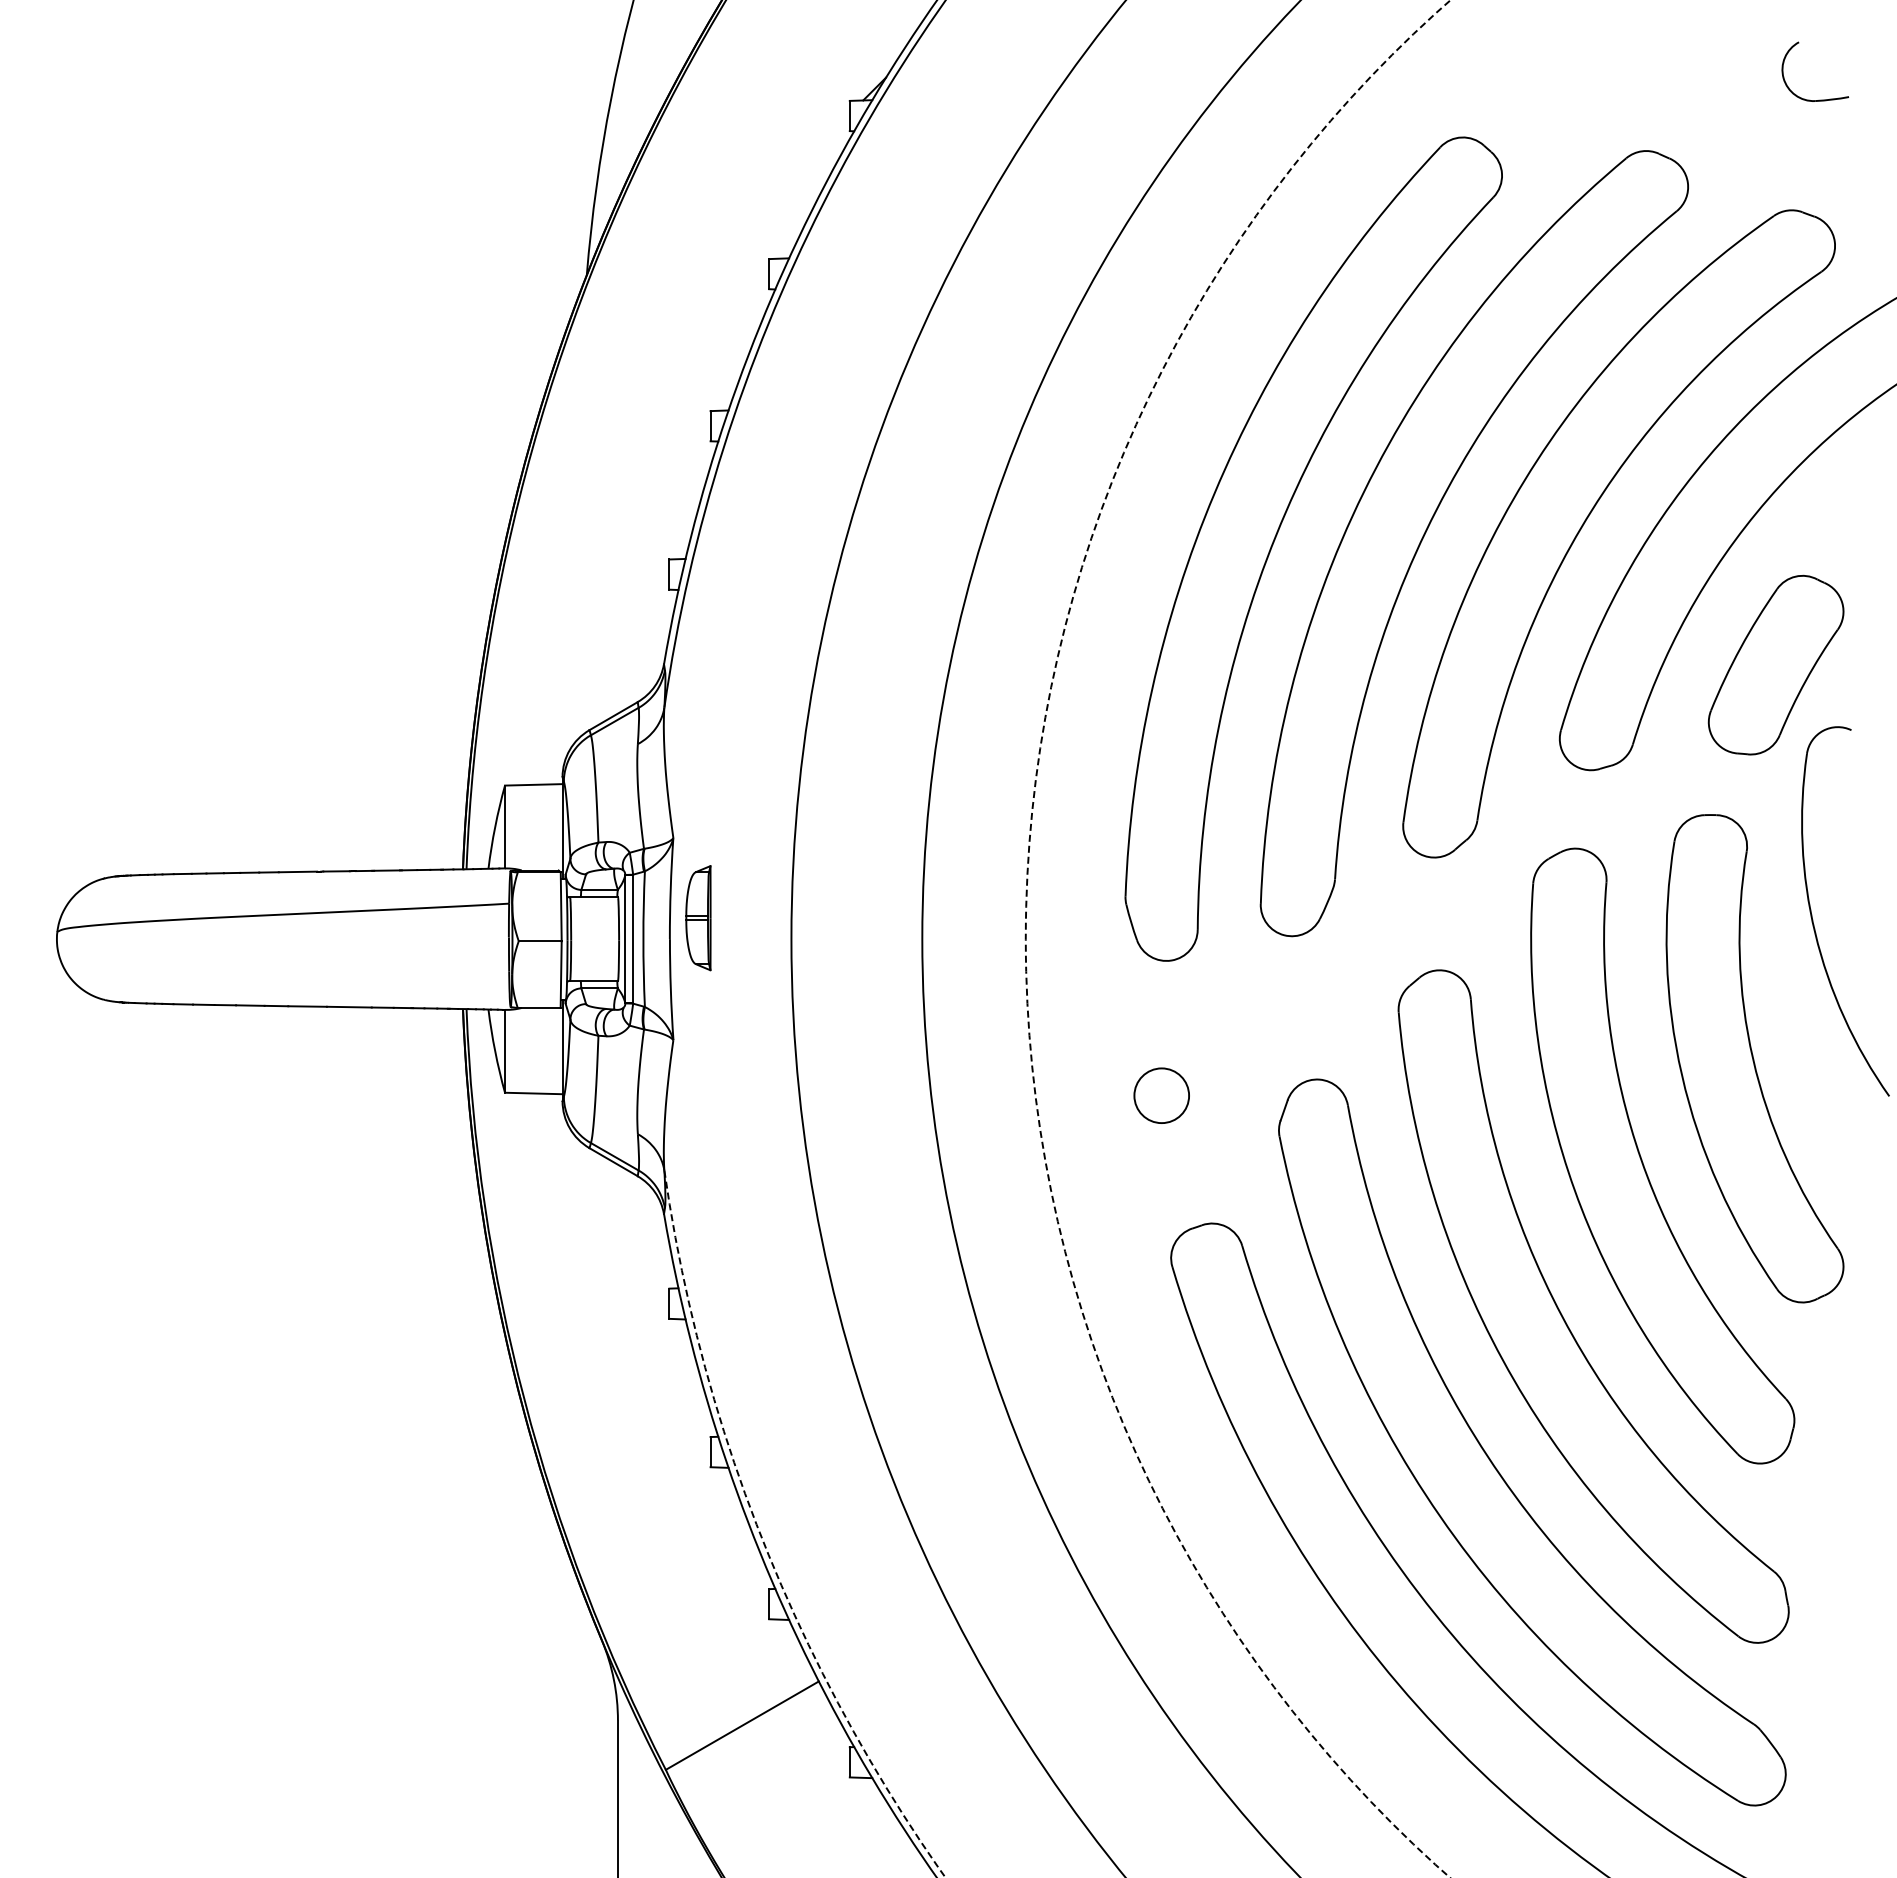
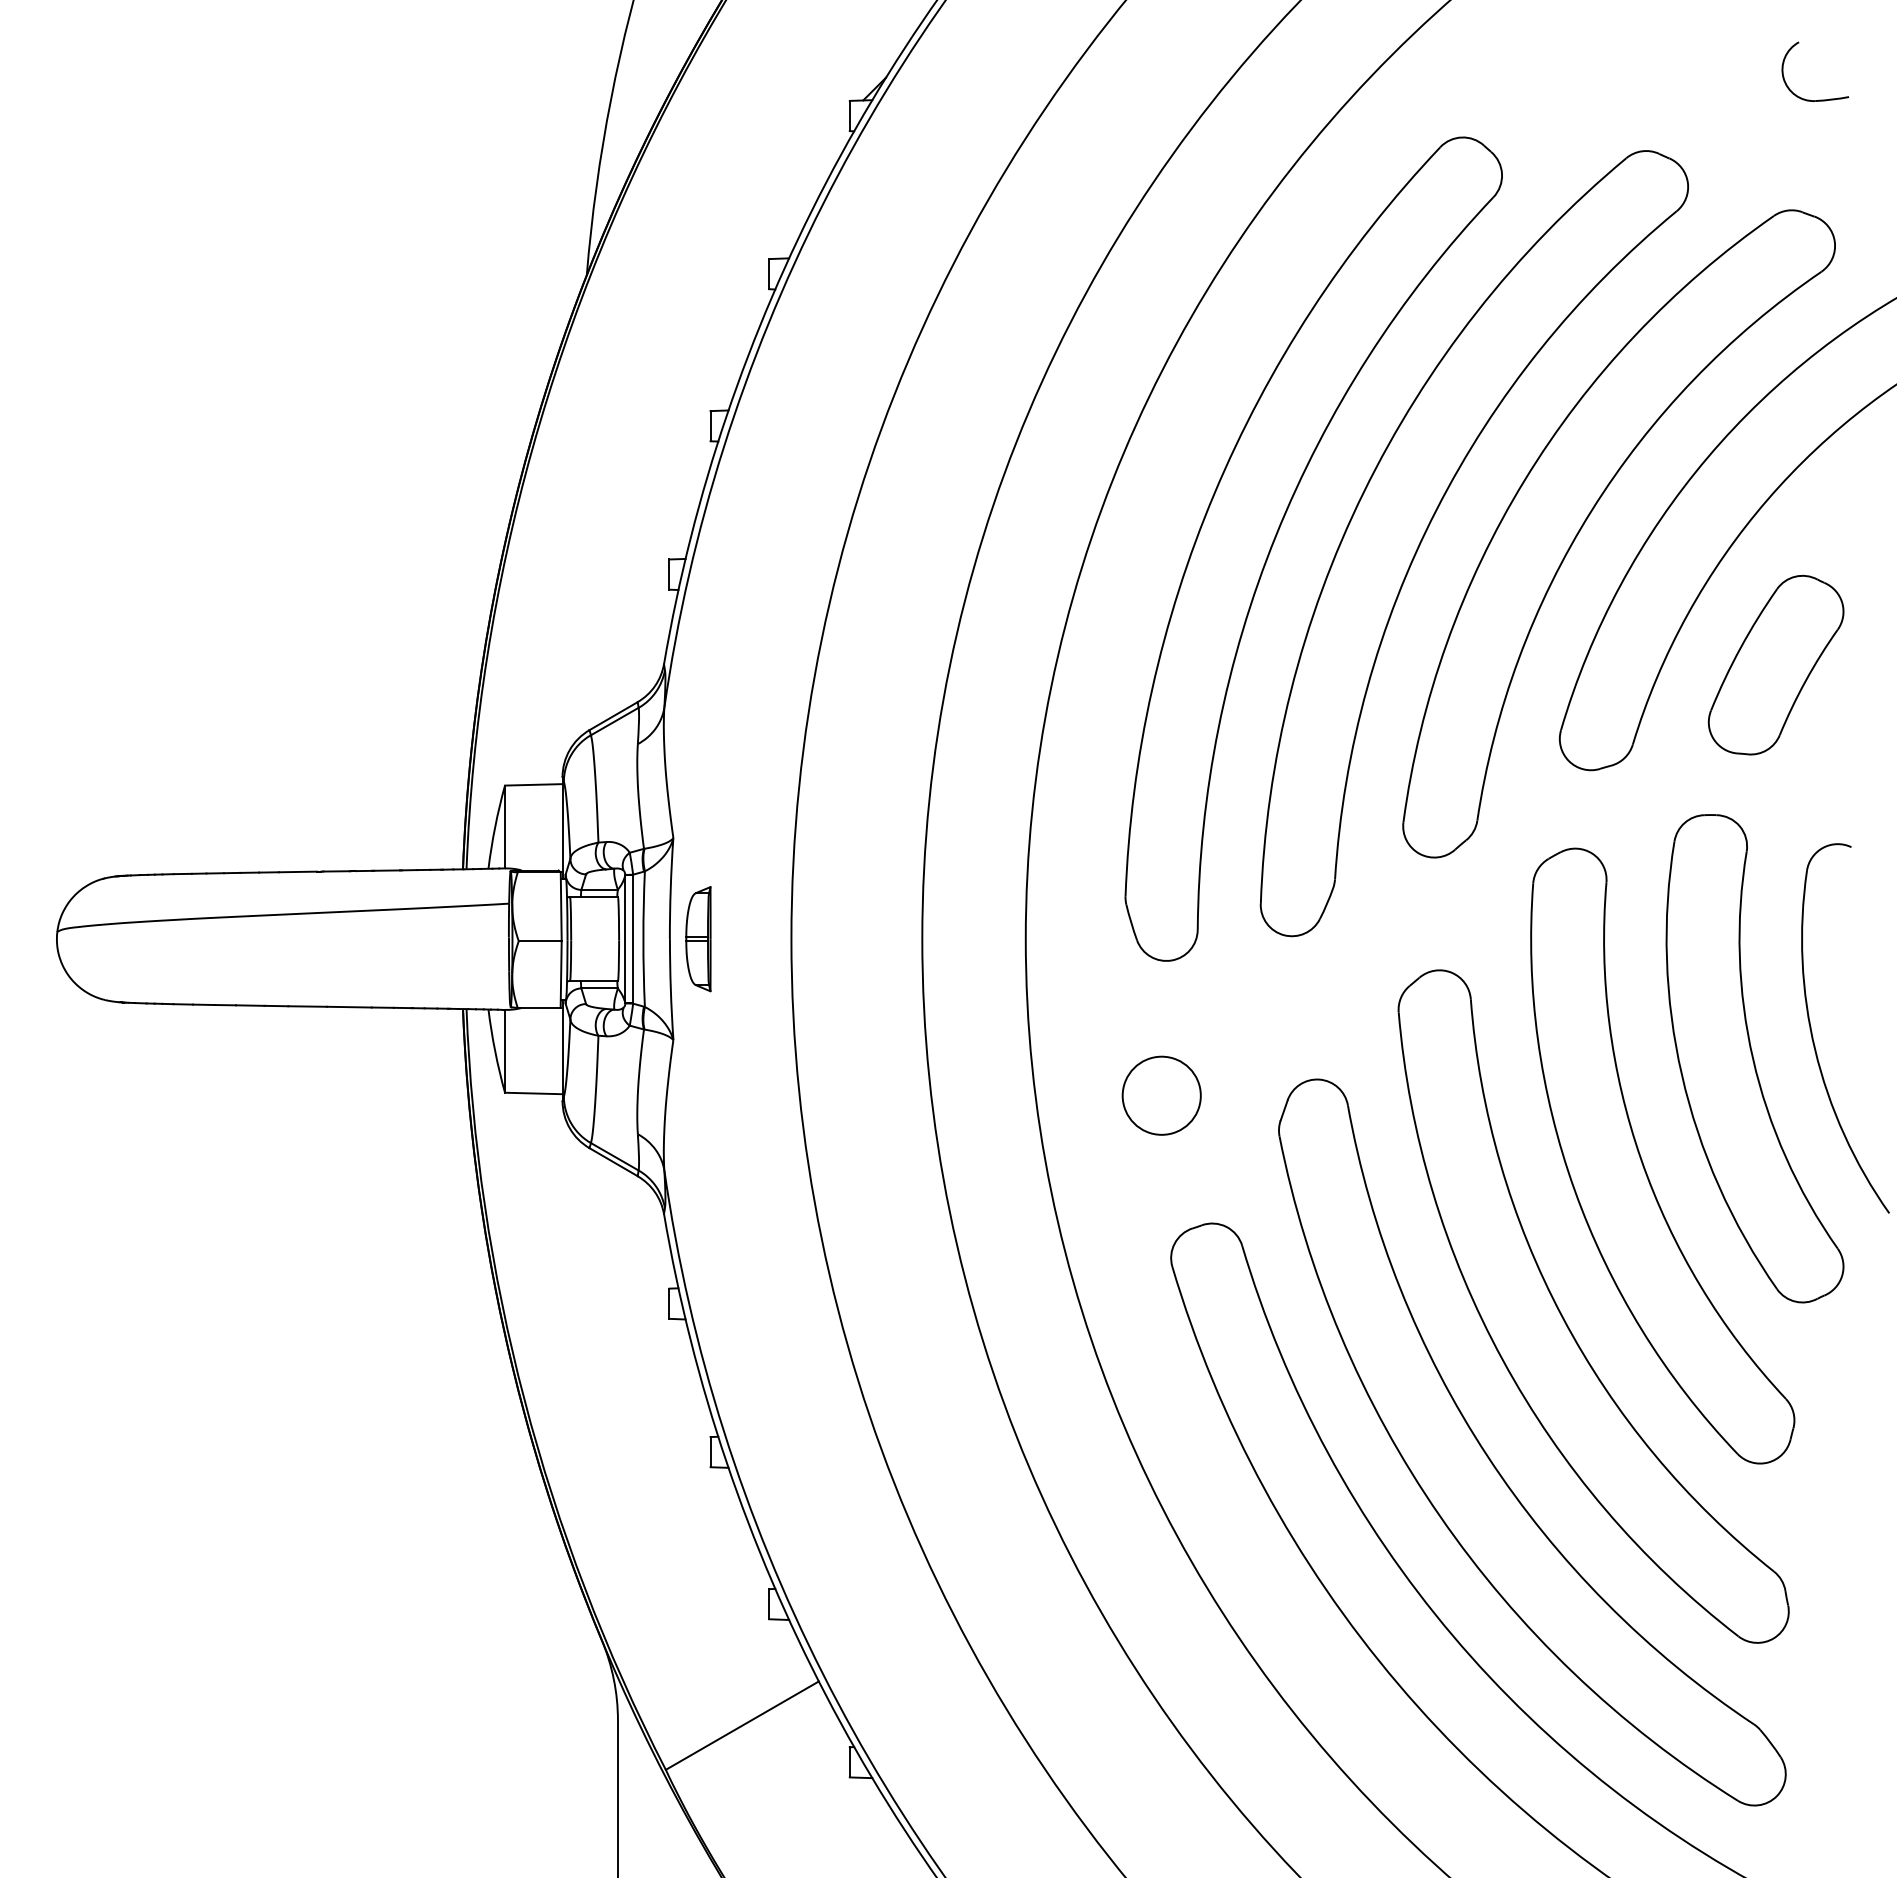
part at (698, 918) position: (698, 918) -> (698, 939)
part at (1813, 919) position: (1813, 919) -> (1813, 1036)
circle at (1237, 938): dashed -> solid
circle at (1161, 1095) diameter: 55 px -> 78 px
arc at (763, 1542): dashed -> solid
